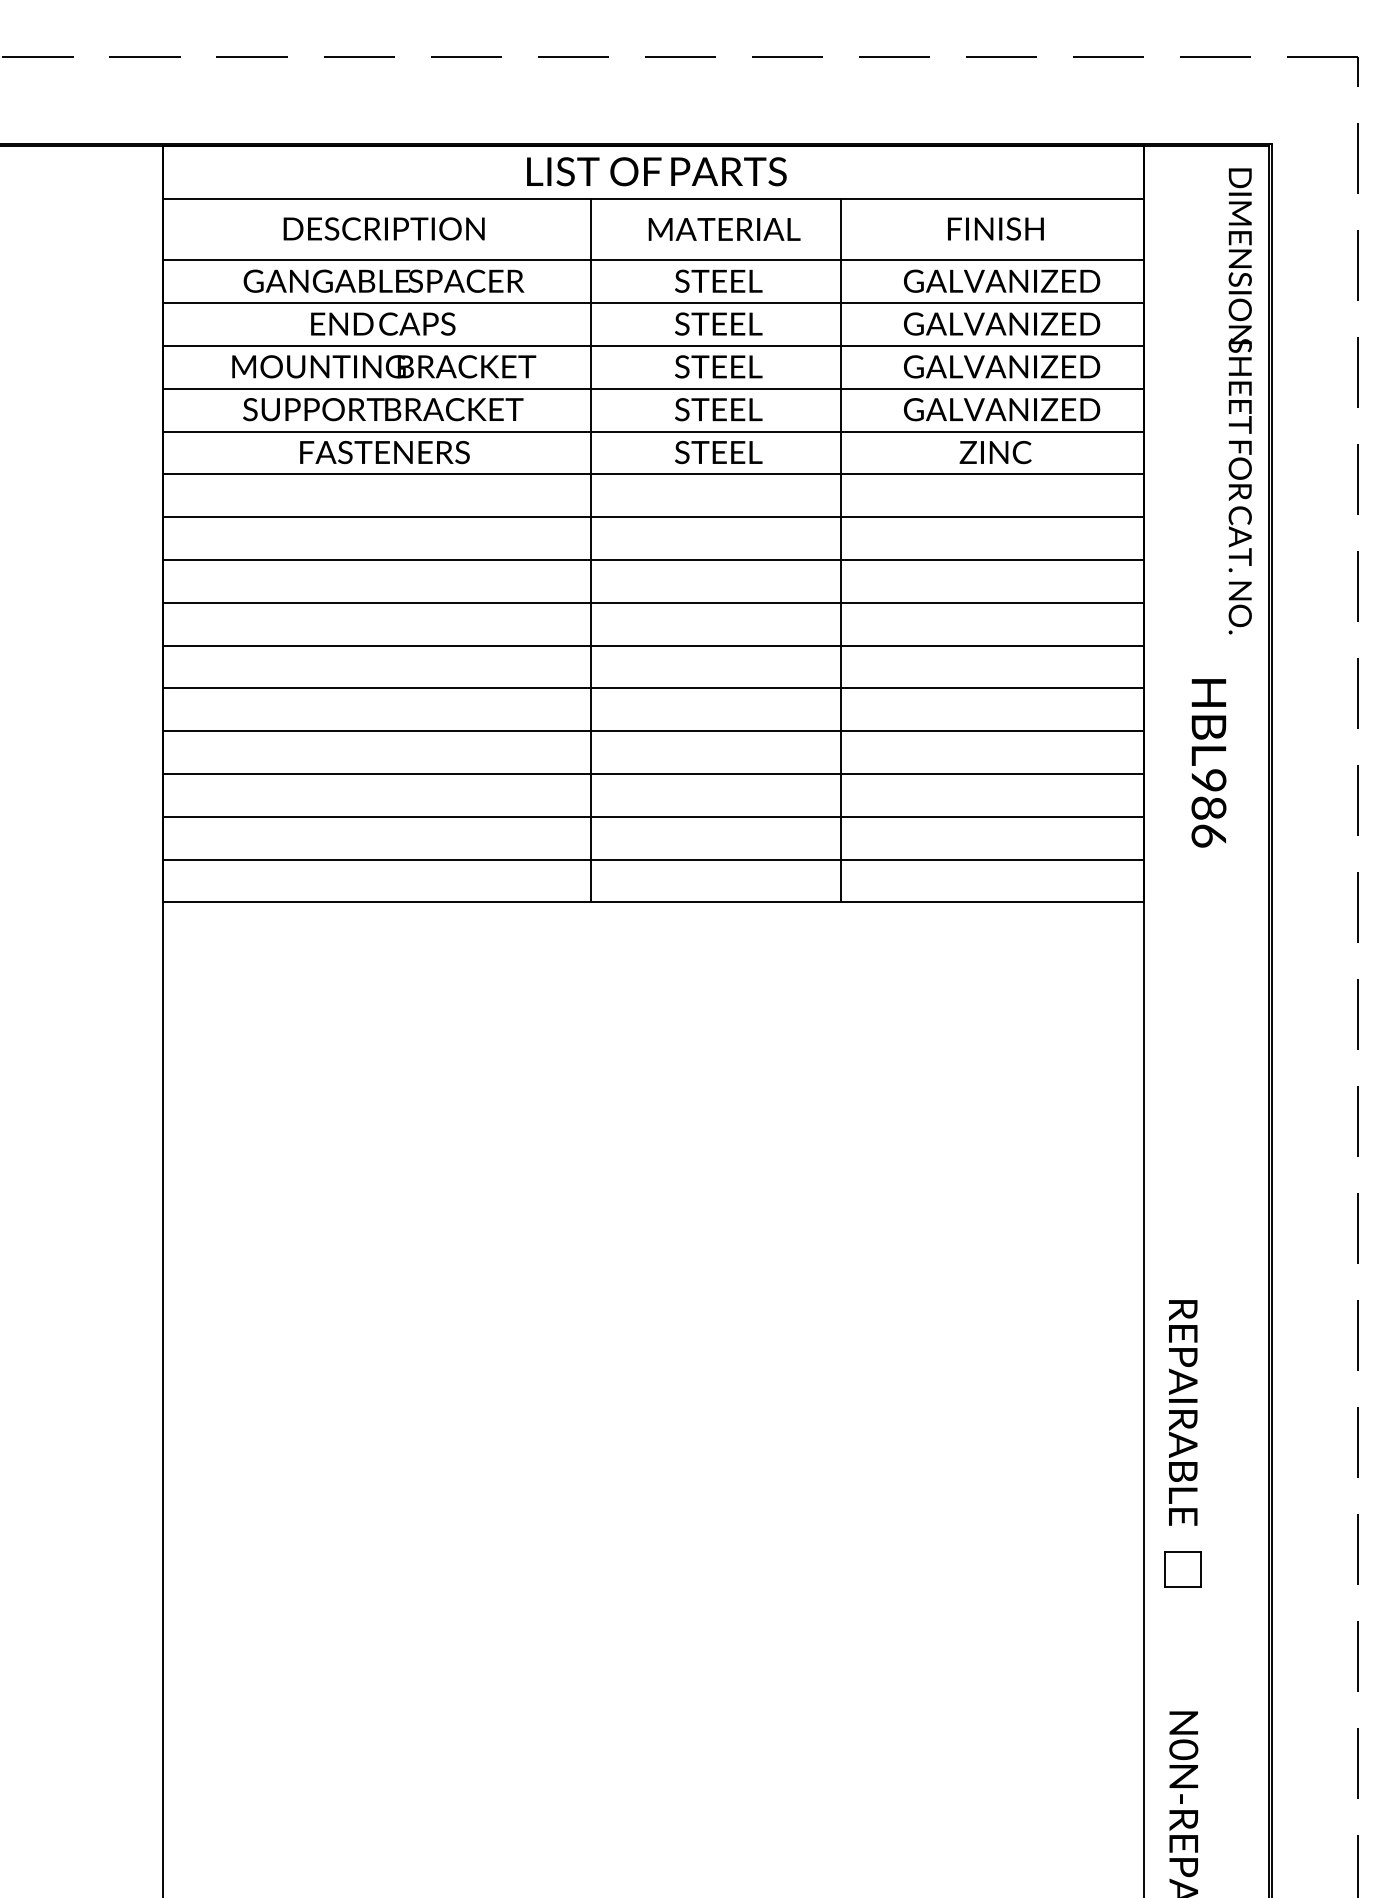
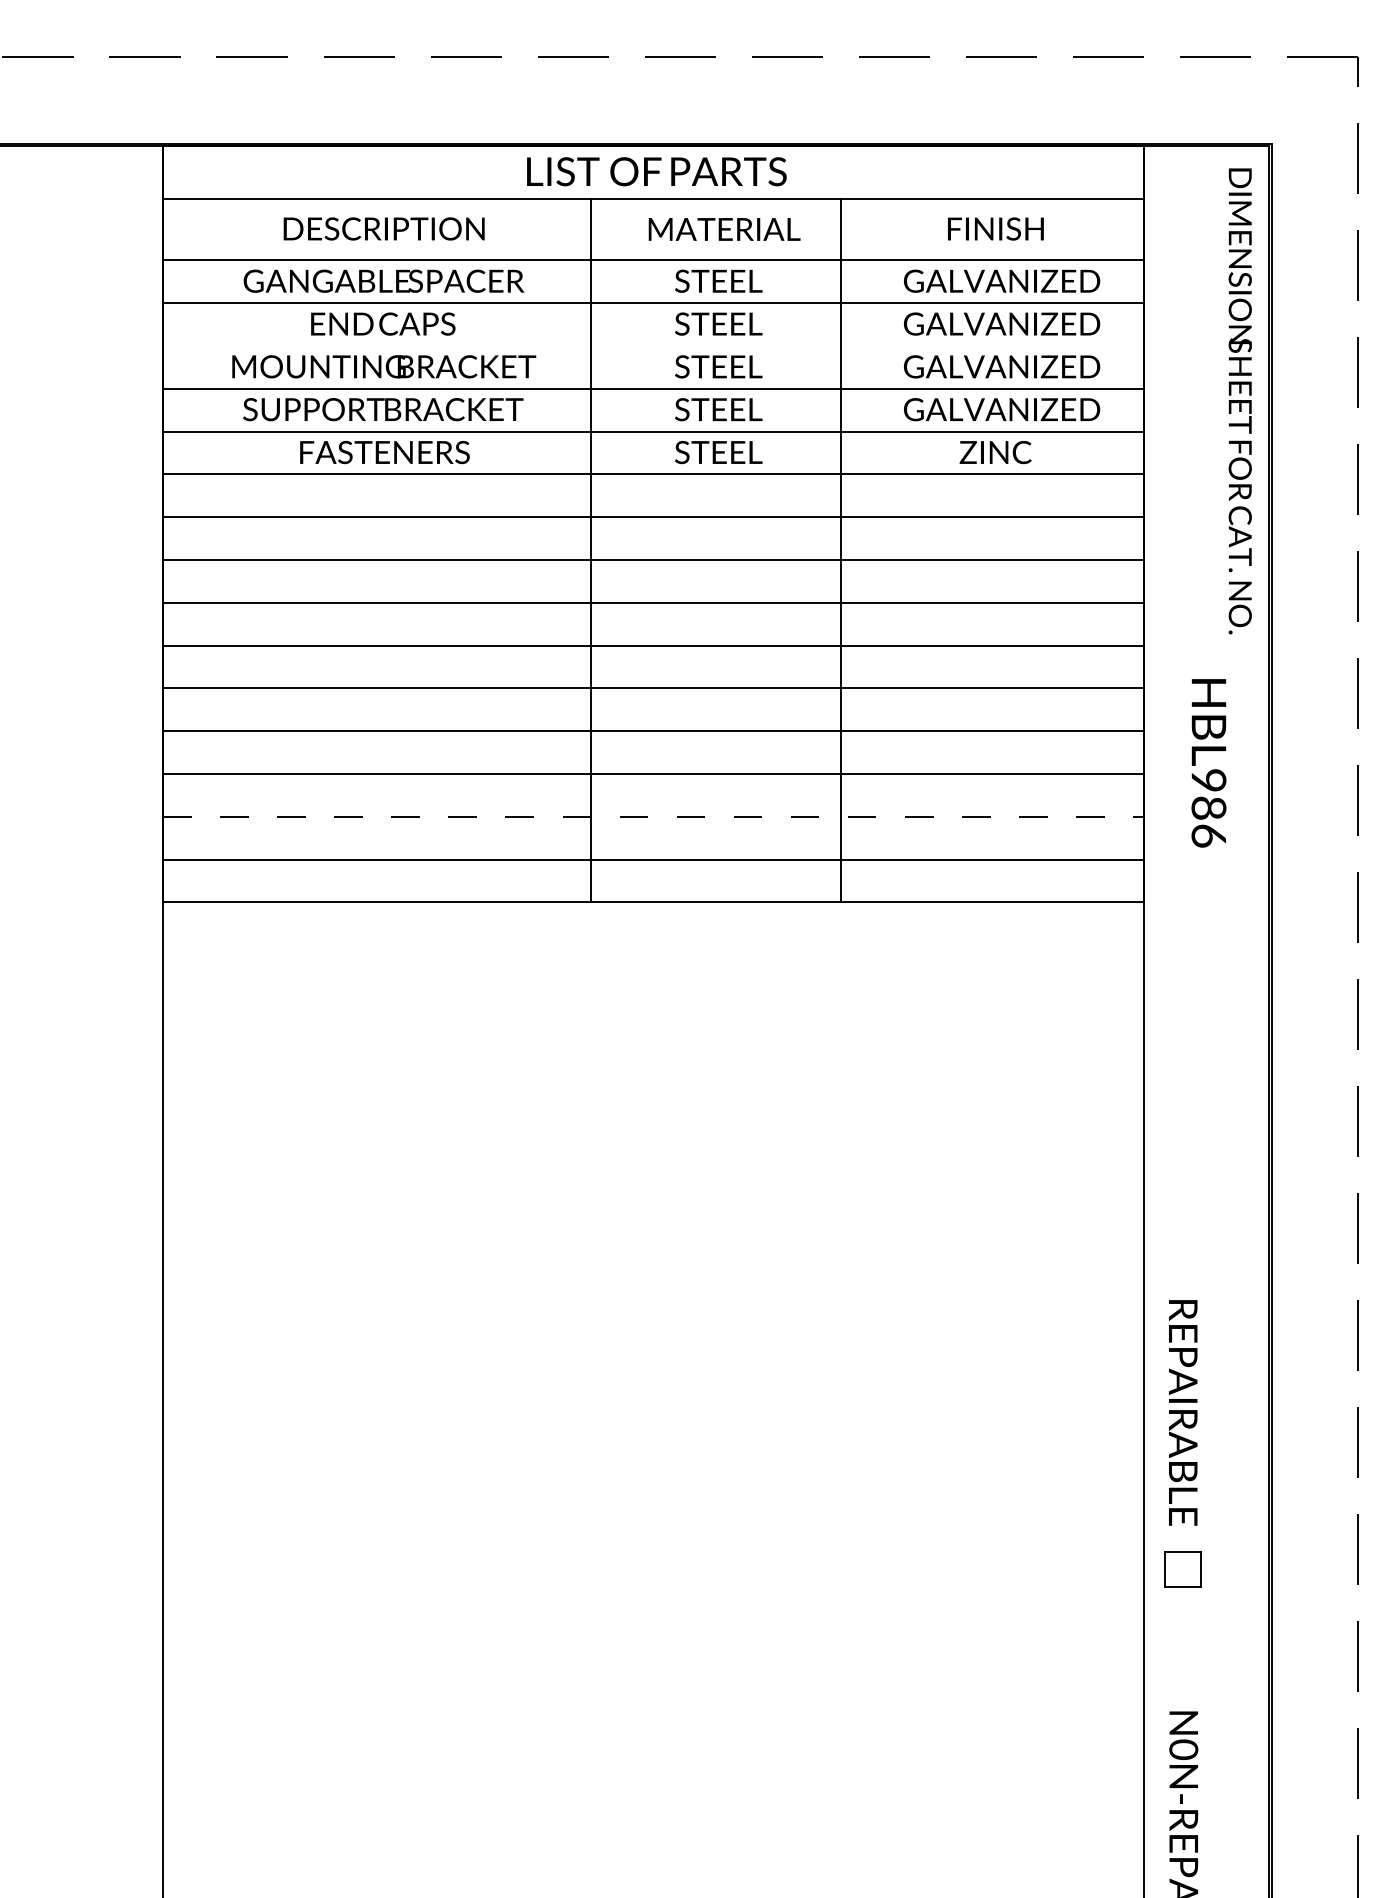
line at (653, 345): present -> none
line at (653, 816): solid -> dashed
